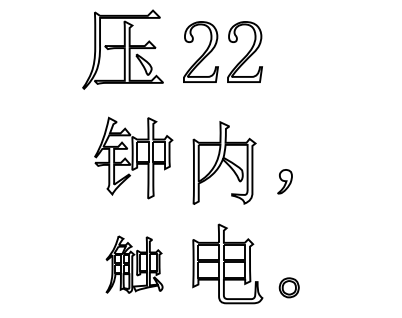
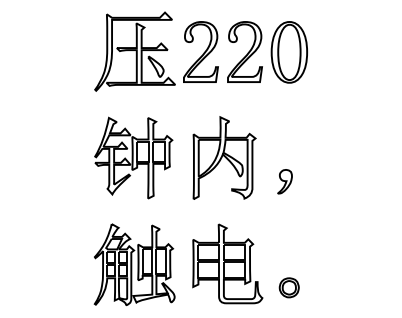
part at (122, 49) position: (122, 49) -> (134, 51)
part at (288, 52): none -> present
part at (224, 162) position: (224, 162) -> (224, 157)
part at (134, 264) size: 59x59 px -> 83x83 px
